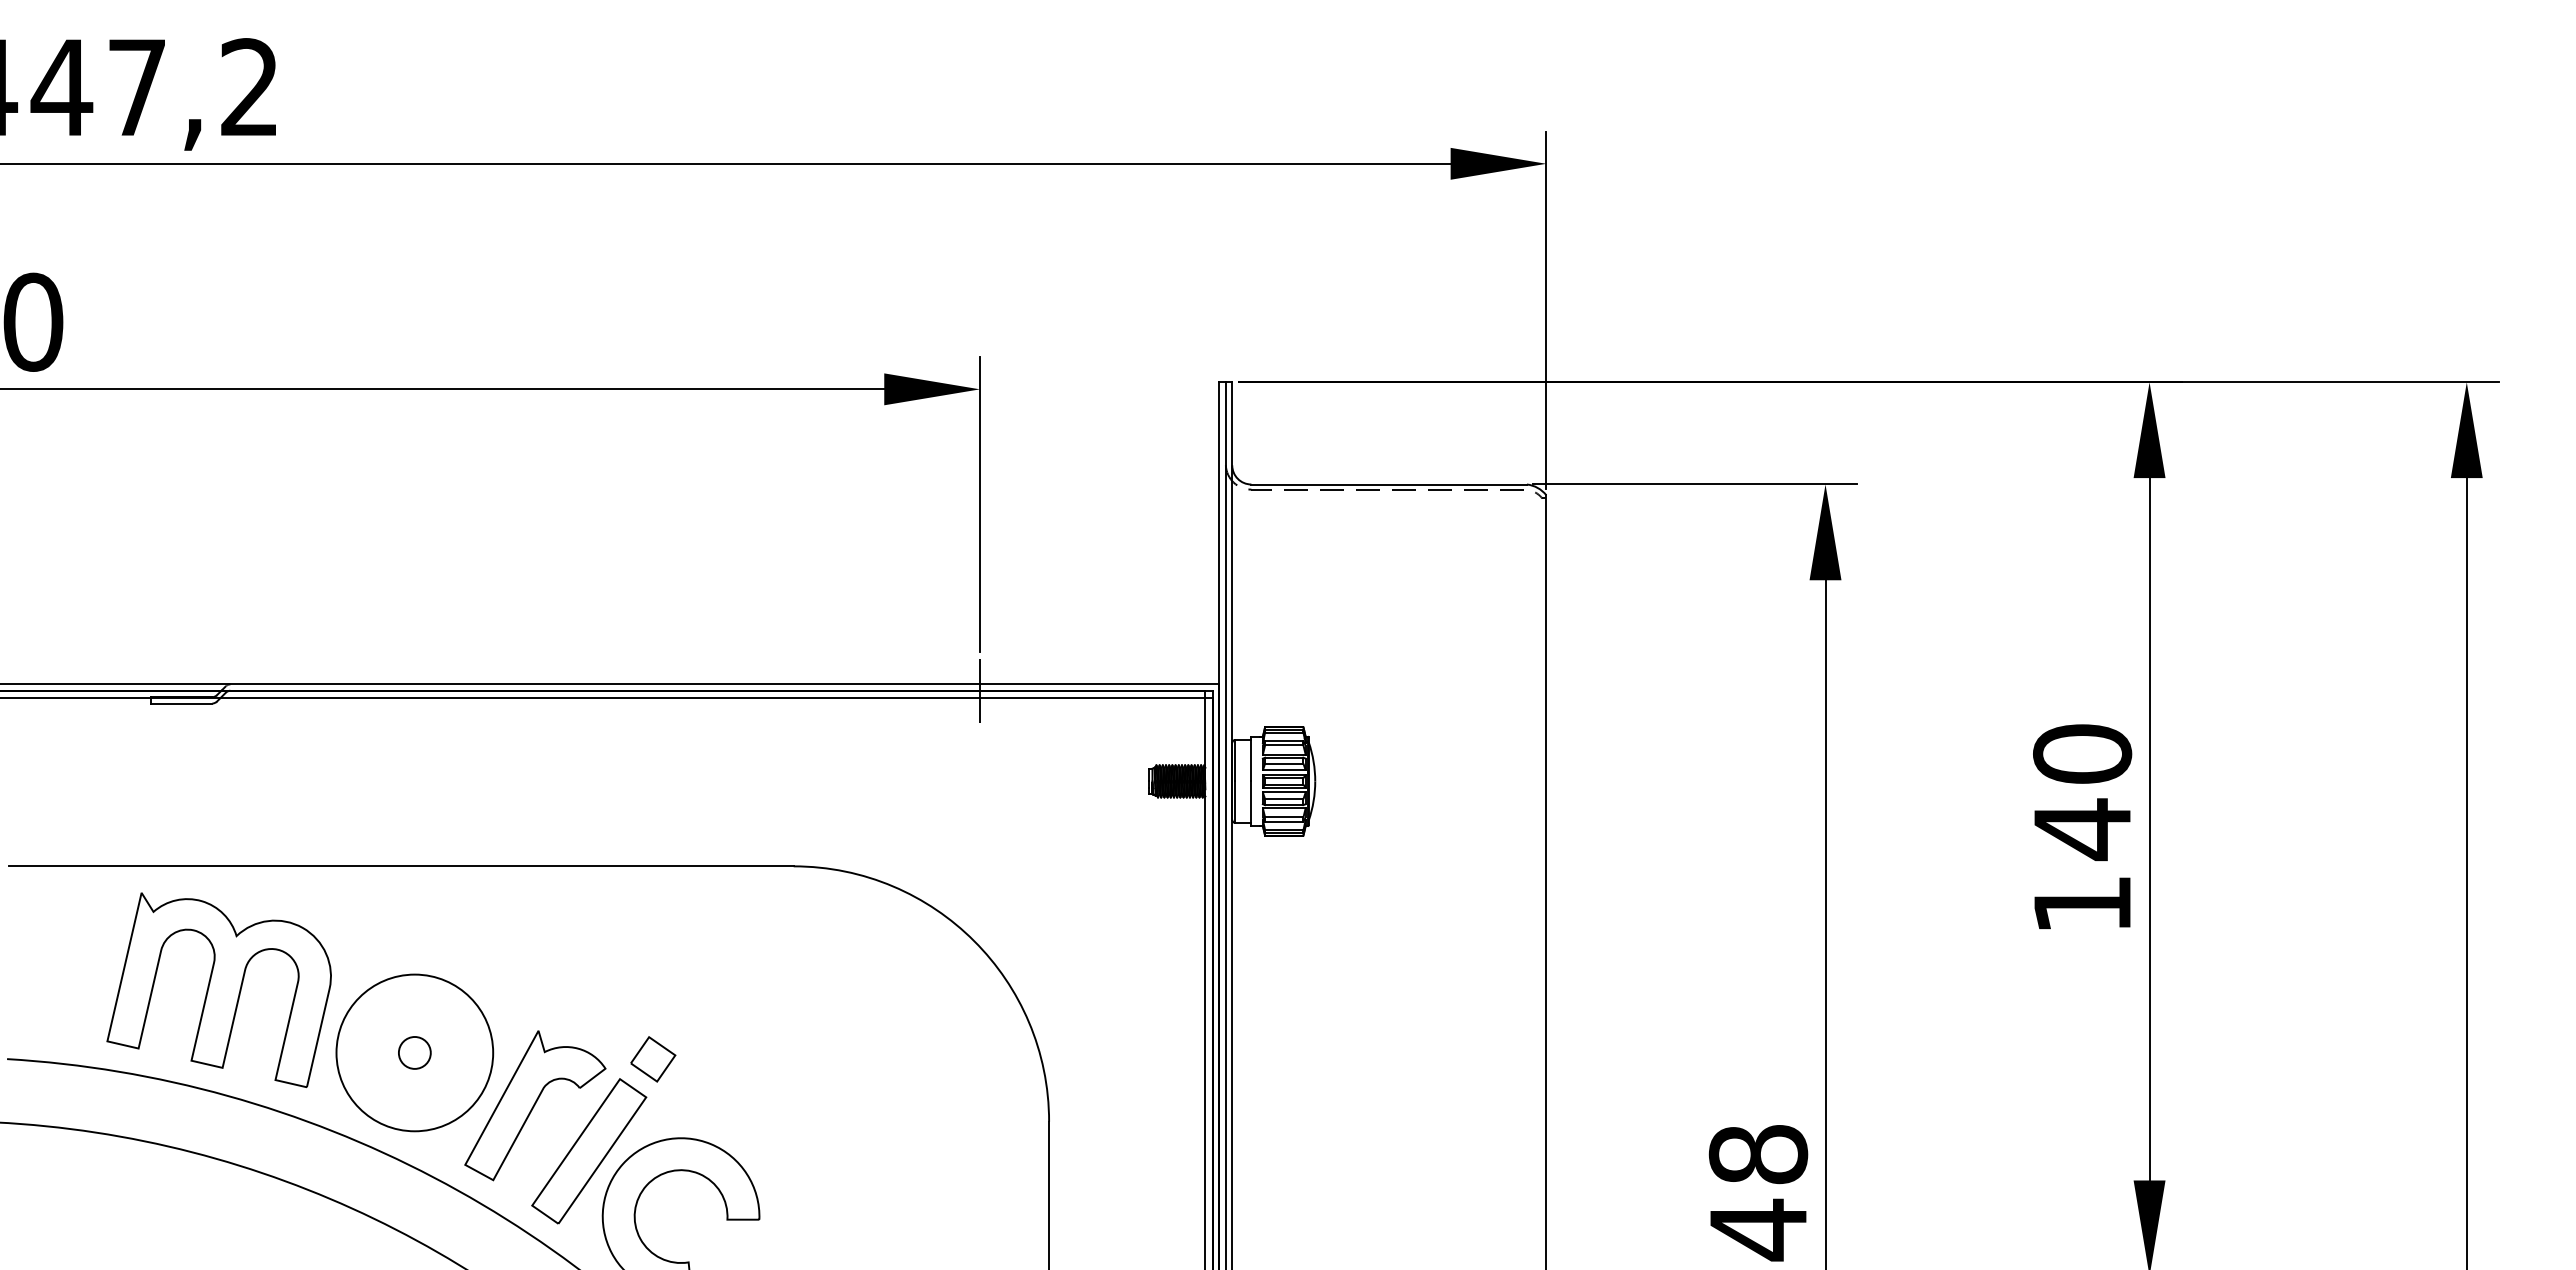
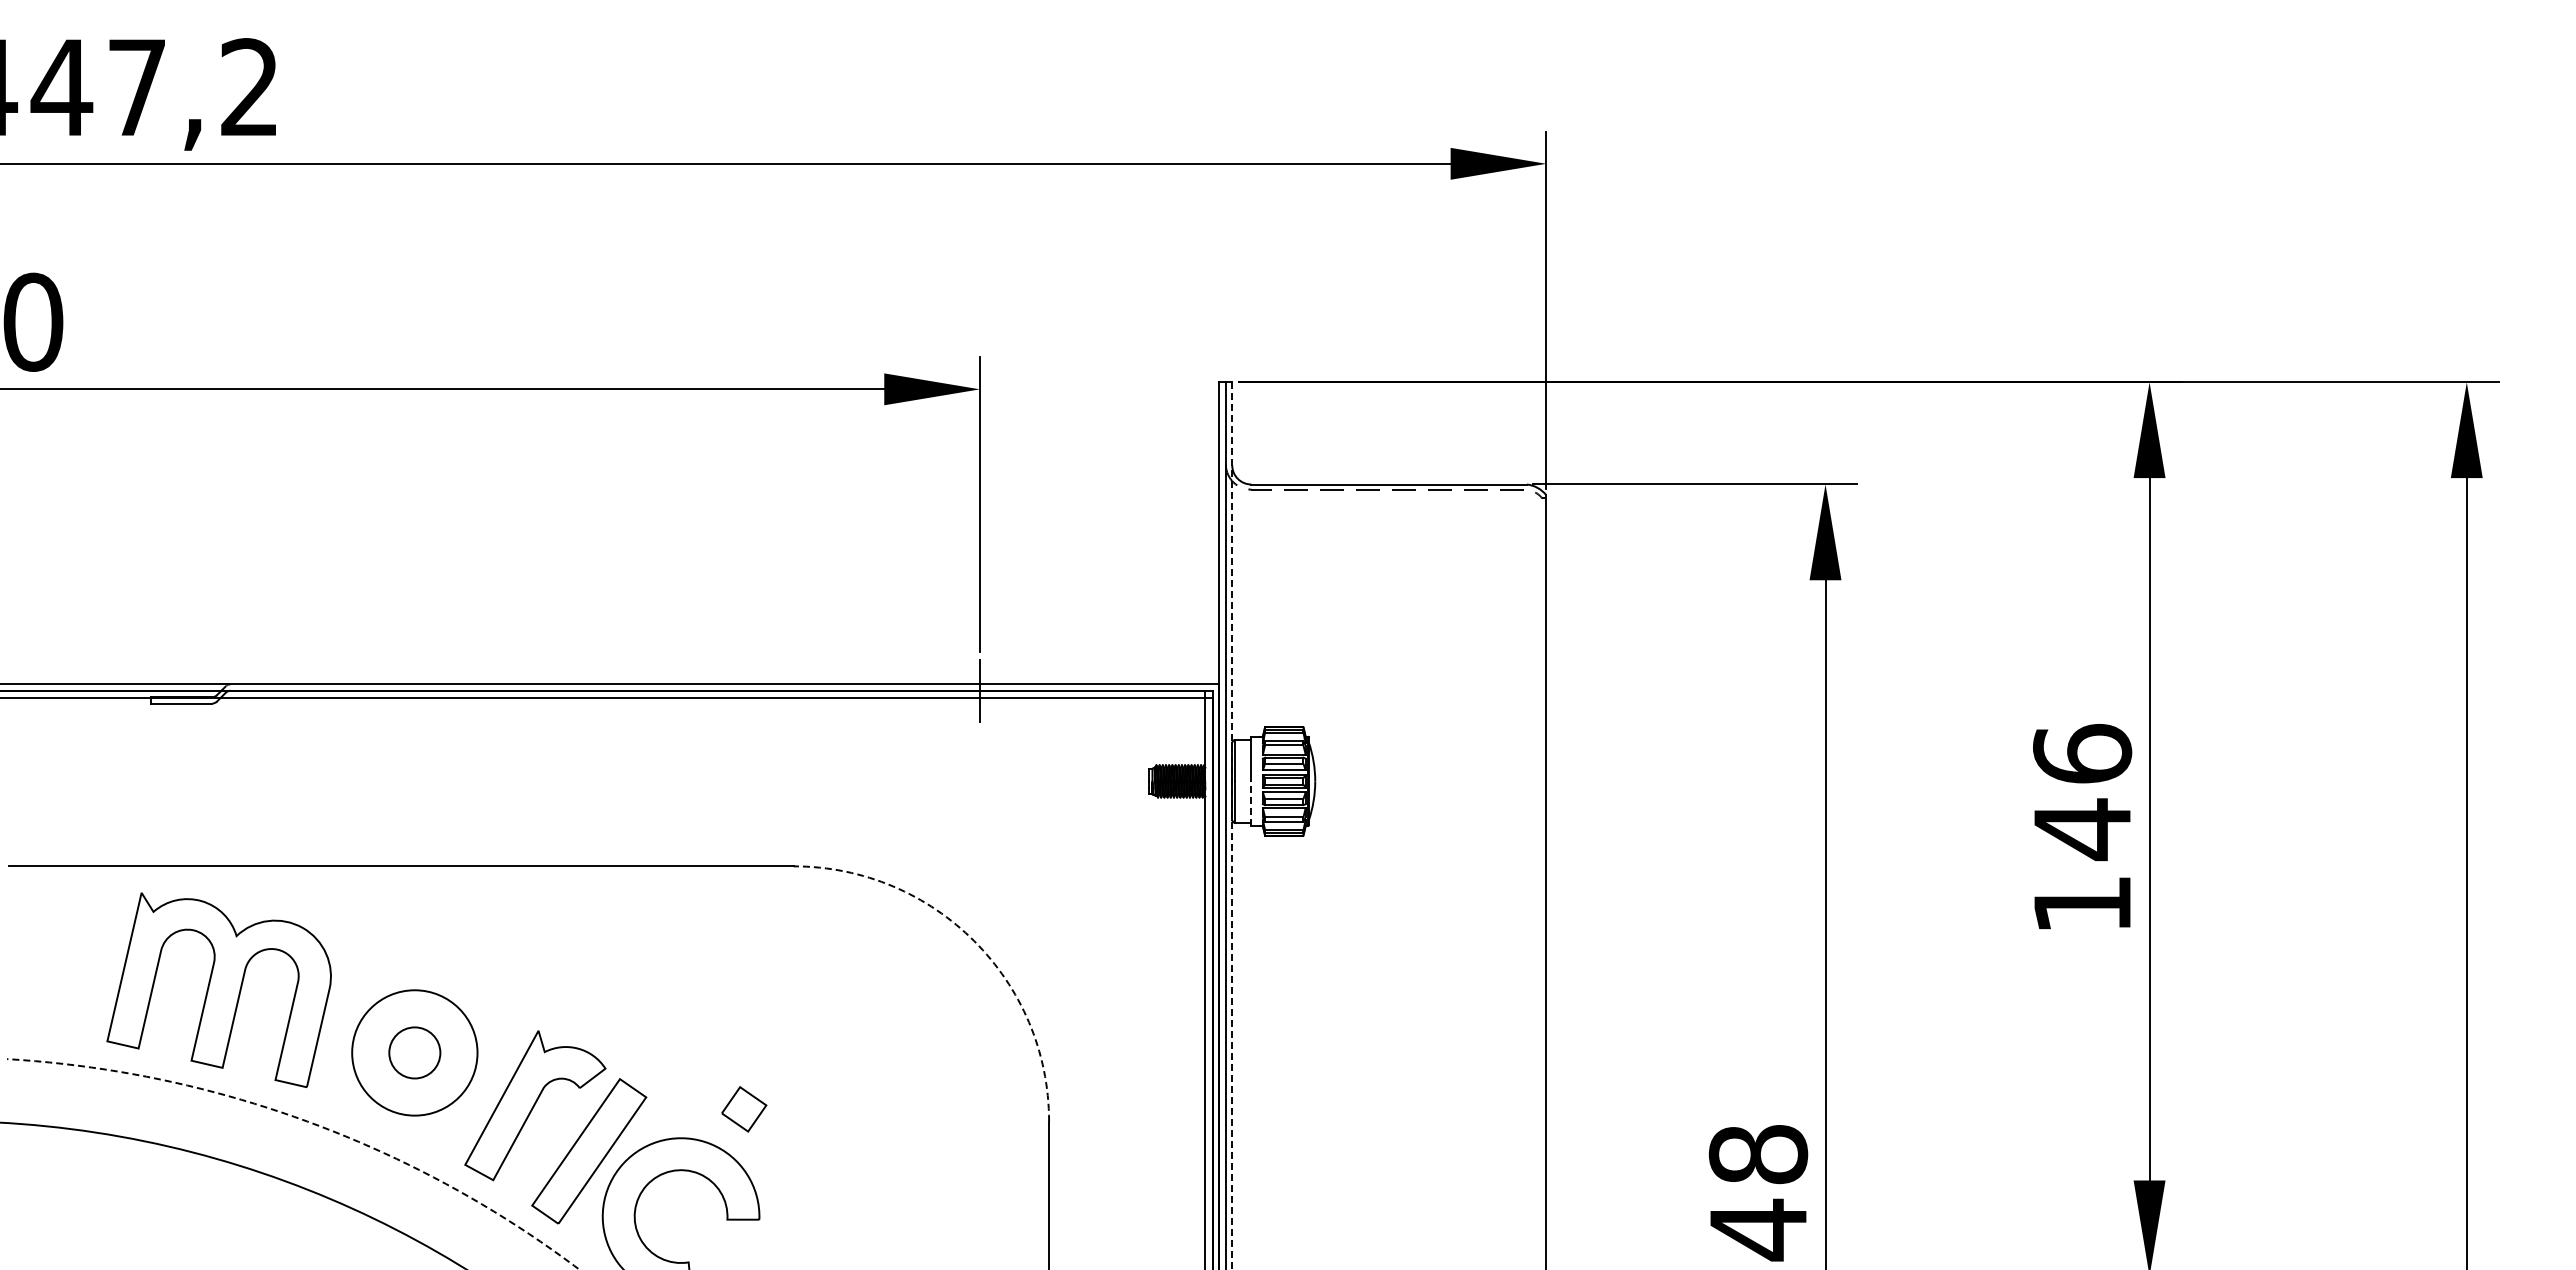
text at (2082, 753): 140 -> 146
line at (1251, 803): solid -> dashed
line at (1232, 826): solid -> dashed
arc at (974, 941): solid -> dashed
circle at (414, 1052) diameter: 157 px -> 125 px
circle at (414, 1052) diameter: 32 px -> 51 px
part at (653, 1059) position: (653, 1059) -> (744, 1109)
arc at (308, 1121): solid -> dashed
